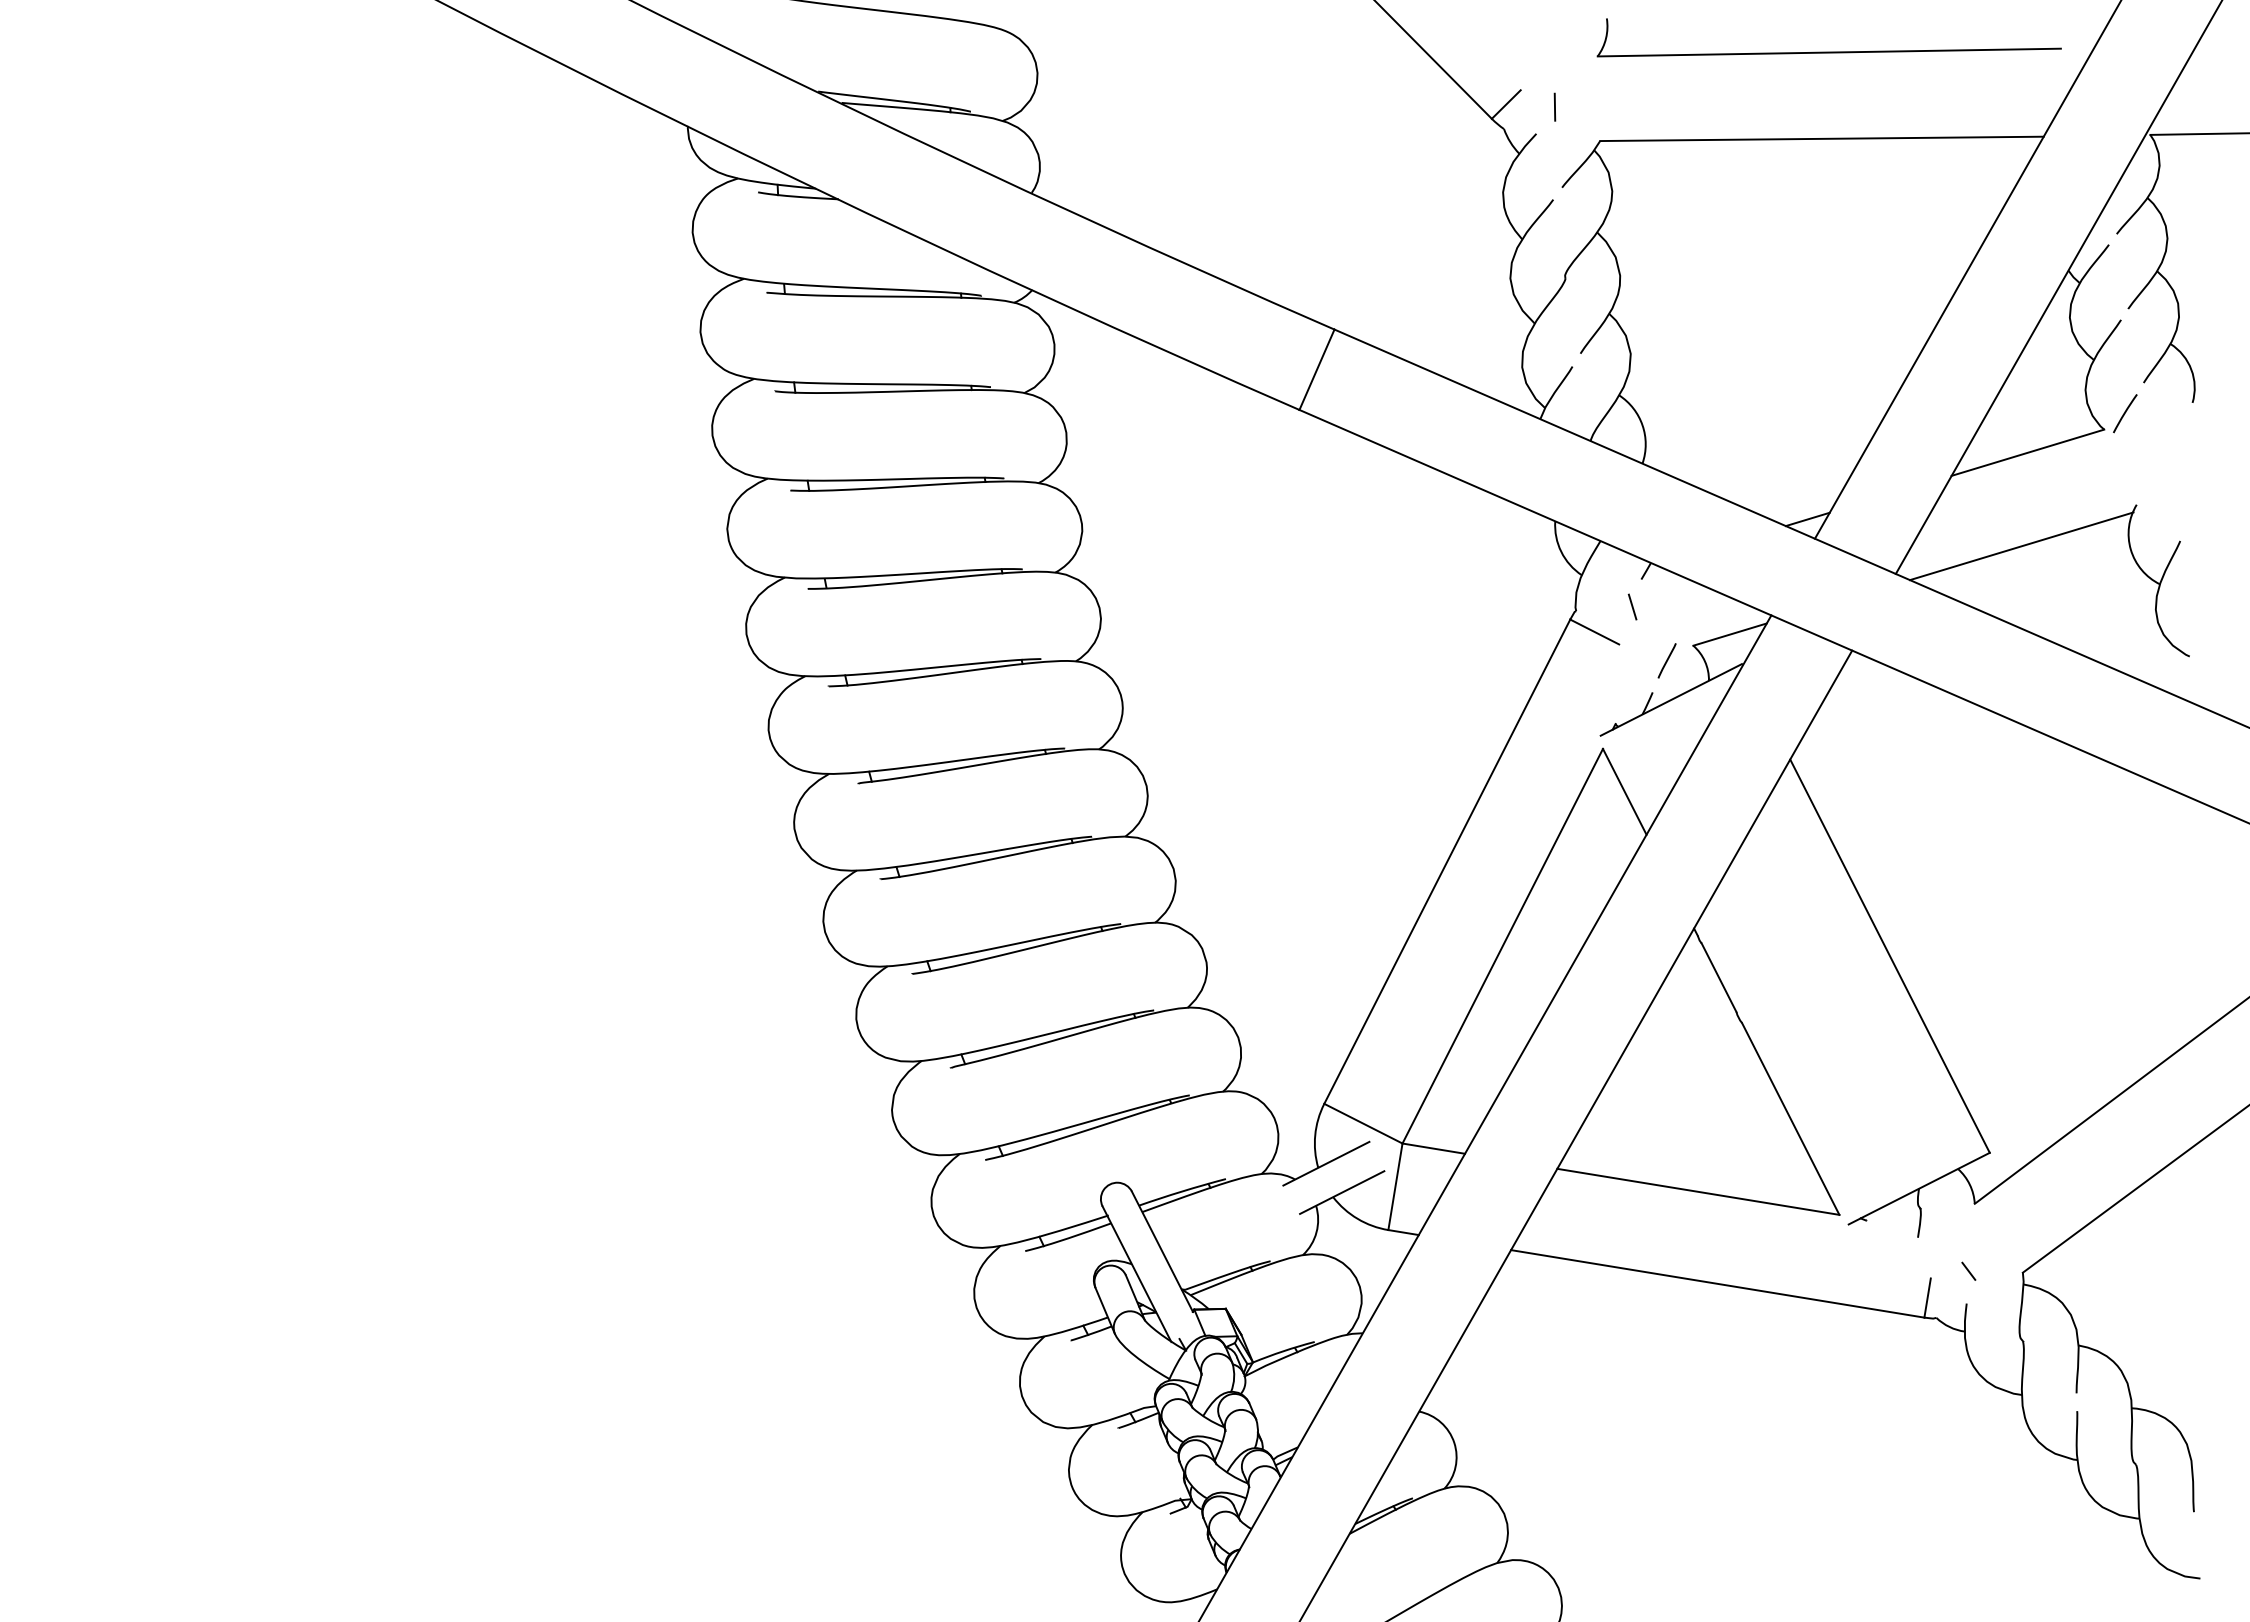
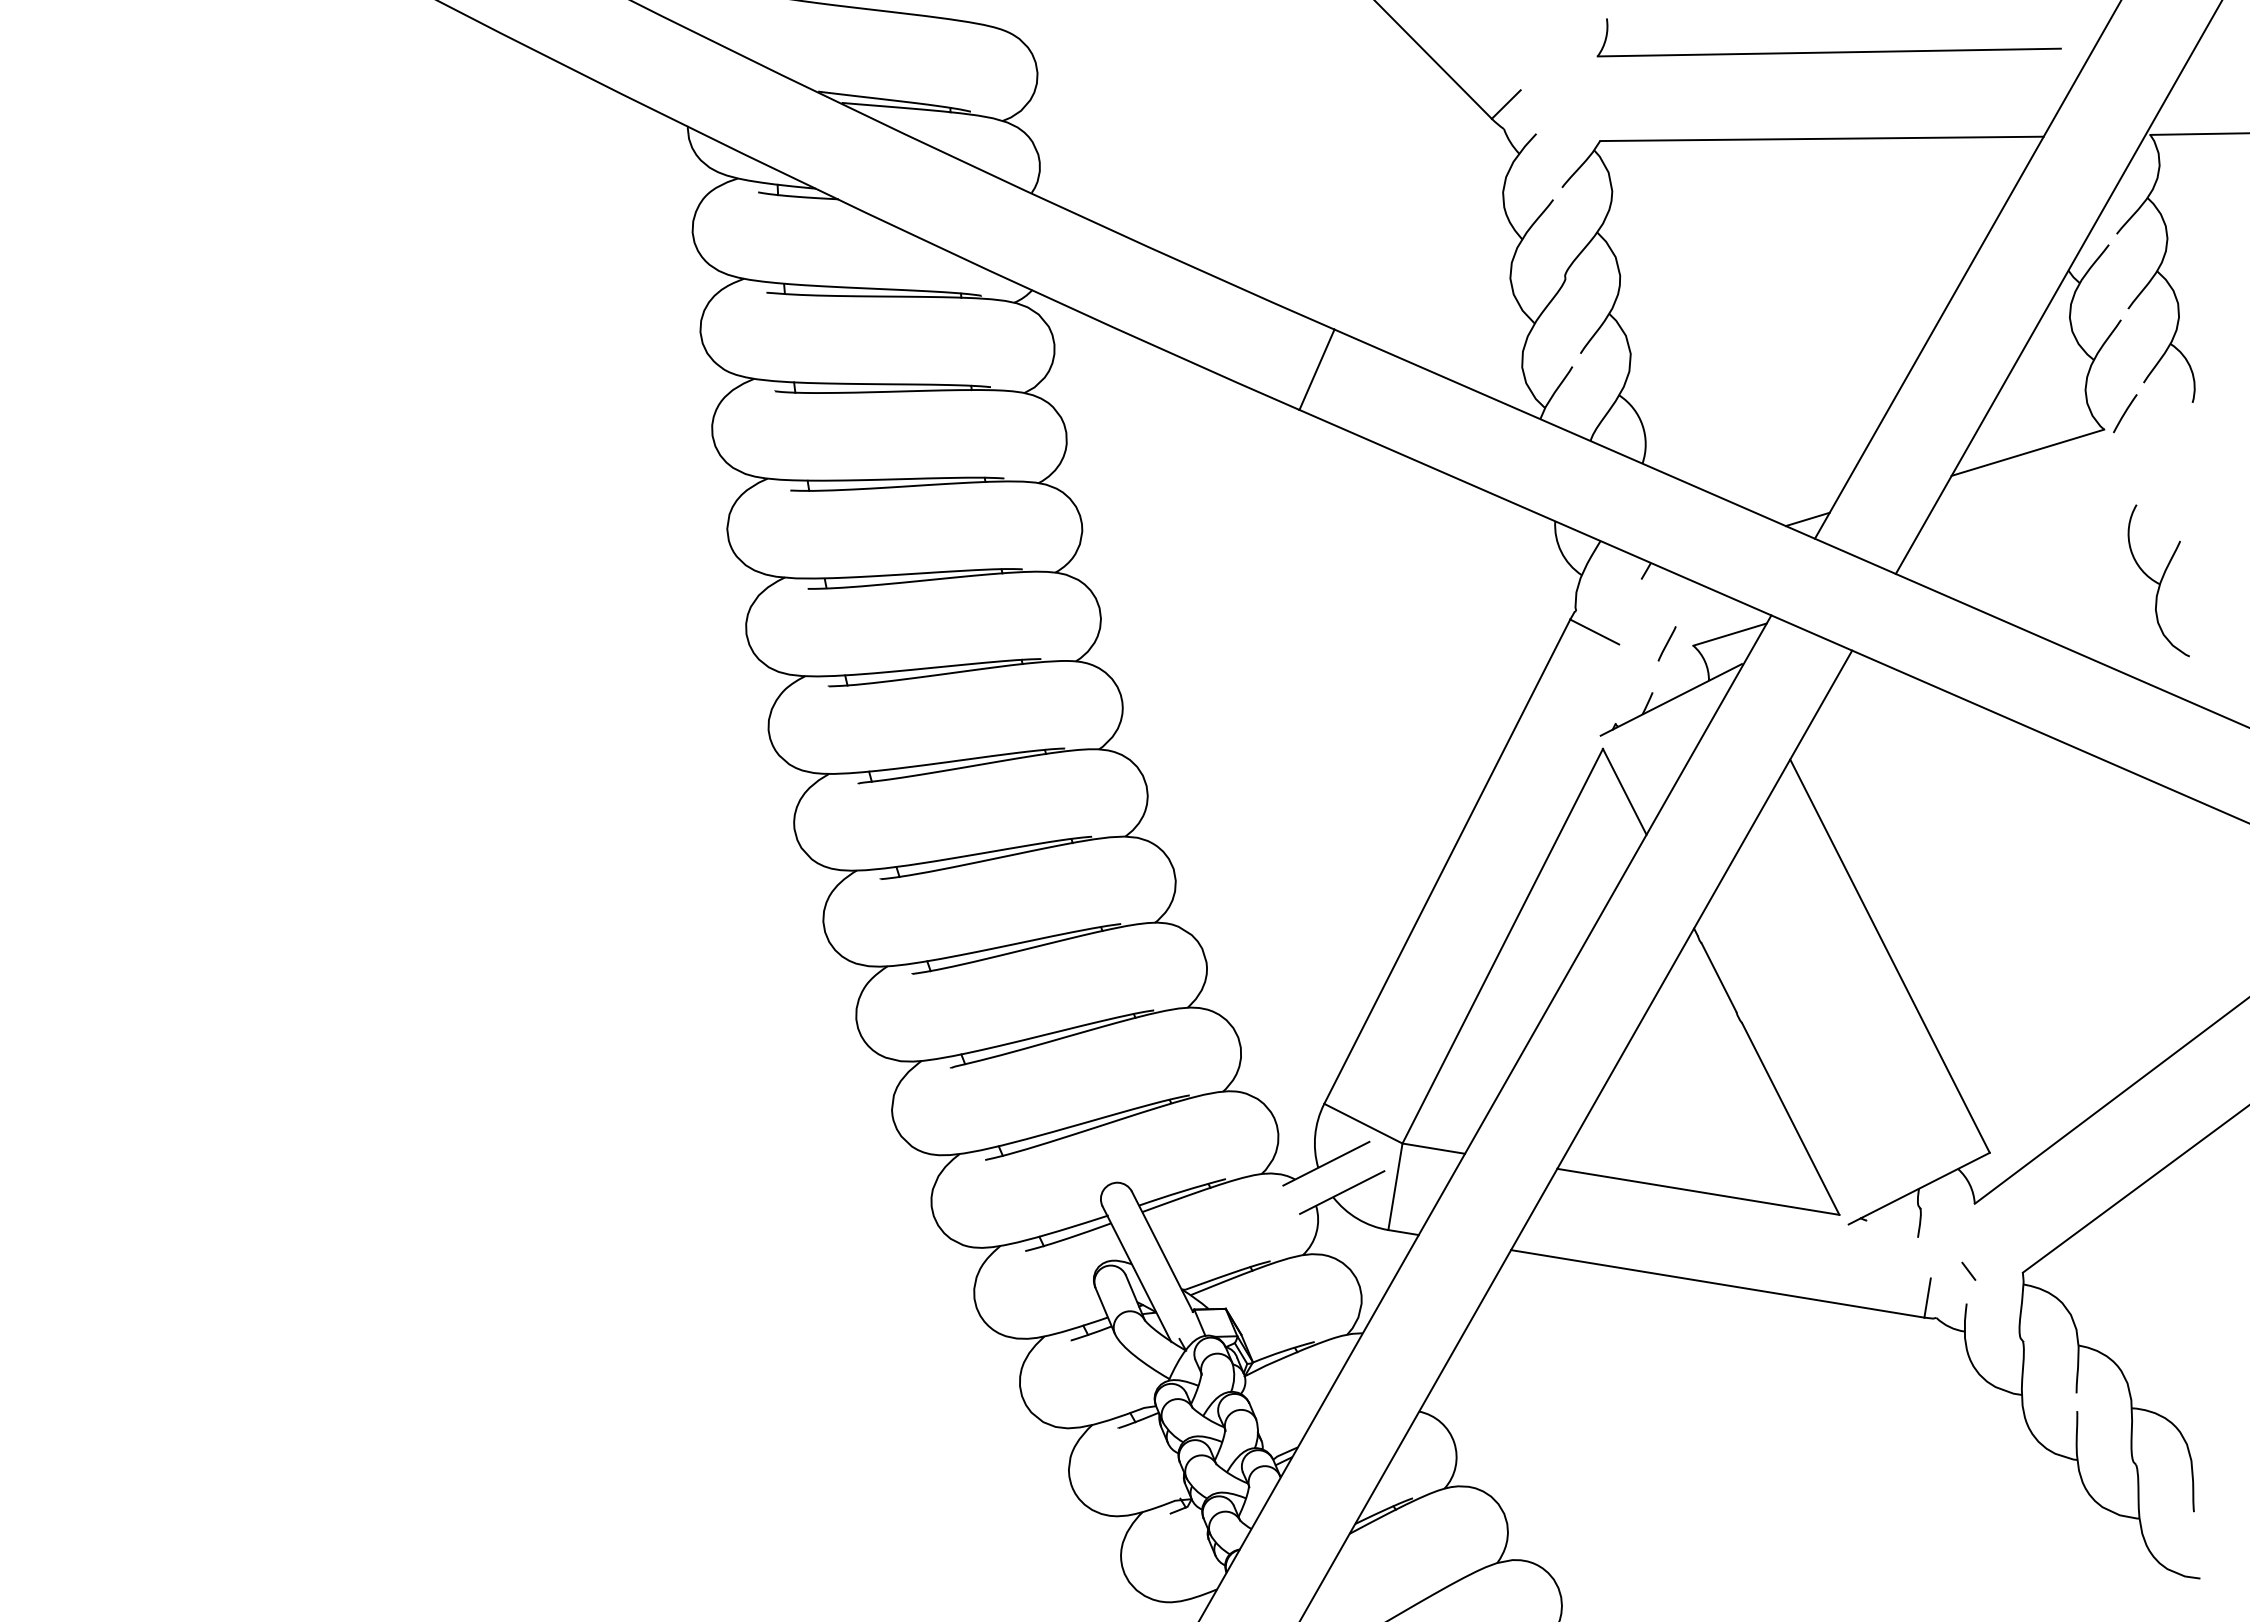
line at (1554, 106): present -> none
line at (2021, 546): present -> none
line at (1632, 606): present -> none
line at (1666, 660) position: (1666, 660) -> (1666, 643)
